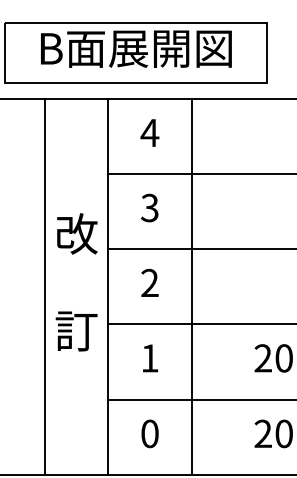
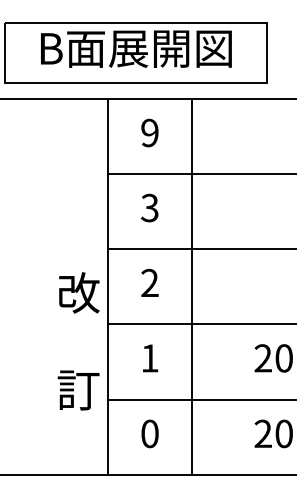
text at (149, 132): 4 -> 9
text at (76, 282) position: (76, 282) -> (78, 341)
line at (44, 286): present -> none
